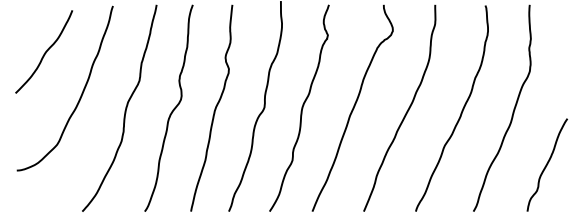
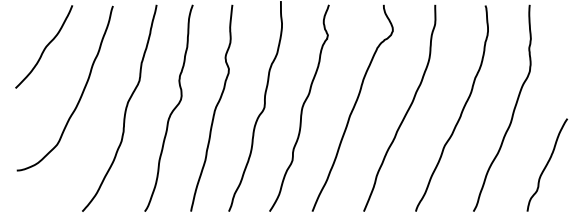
curve at (45, 51) position: (45, 51) -> (45, 46)
